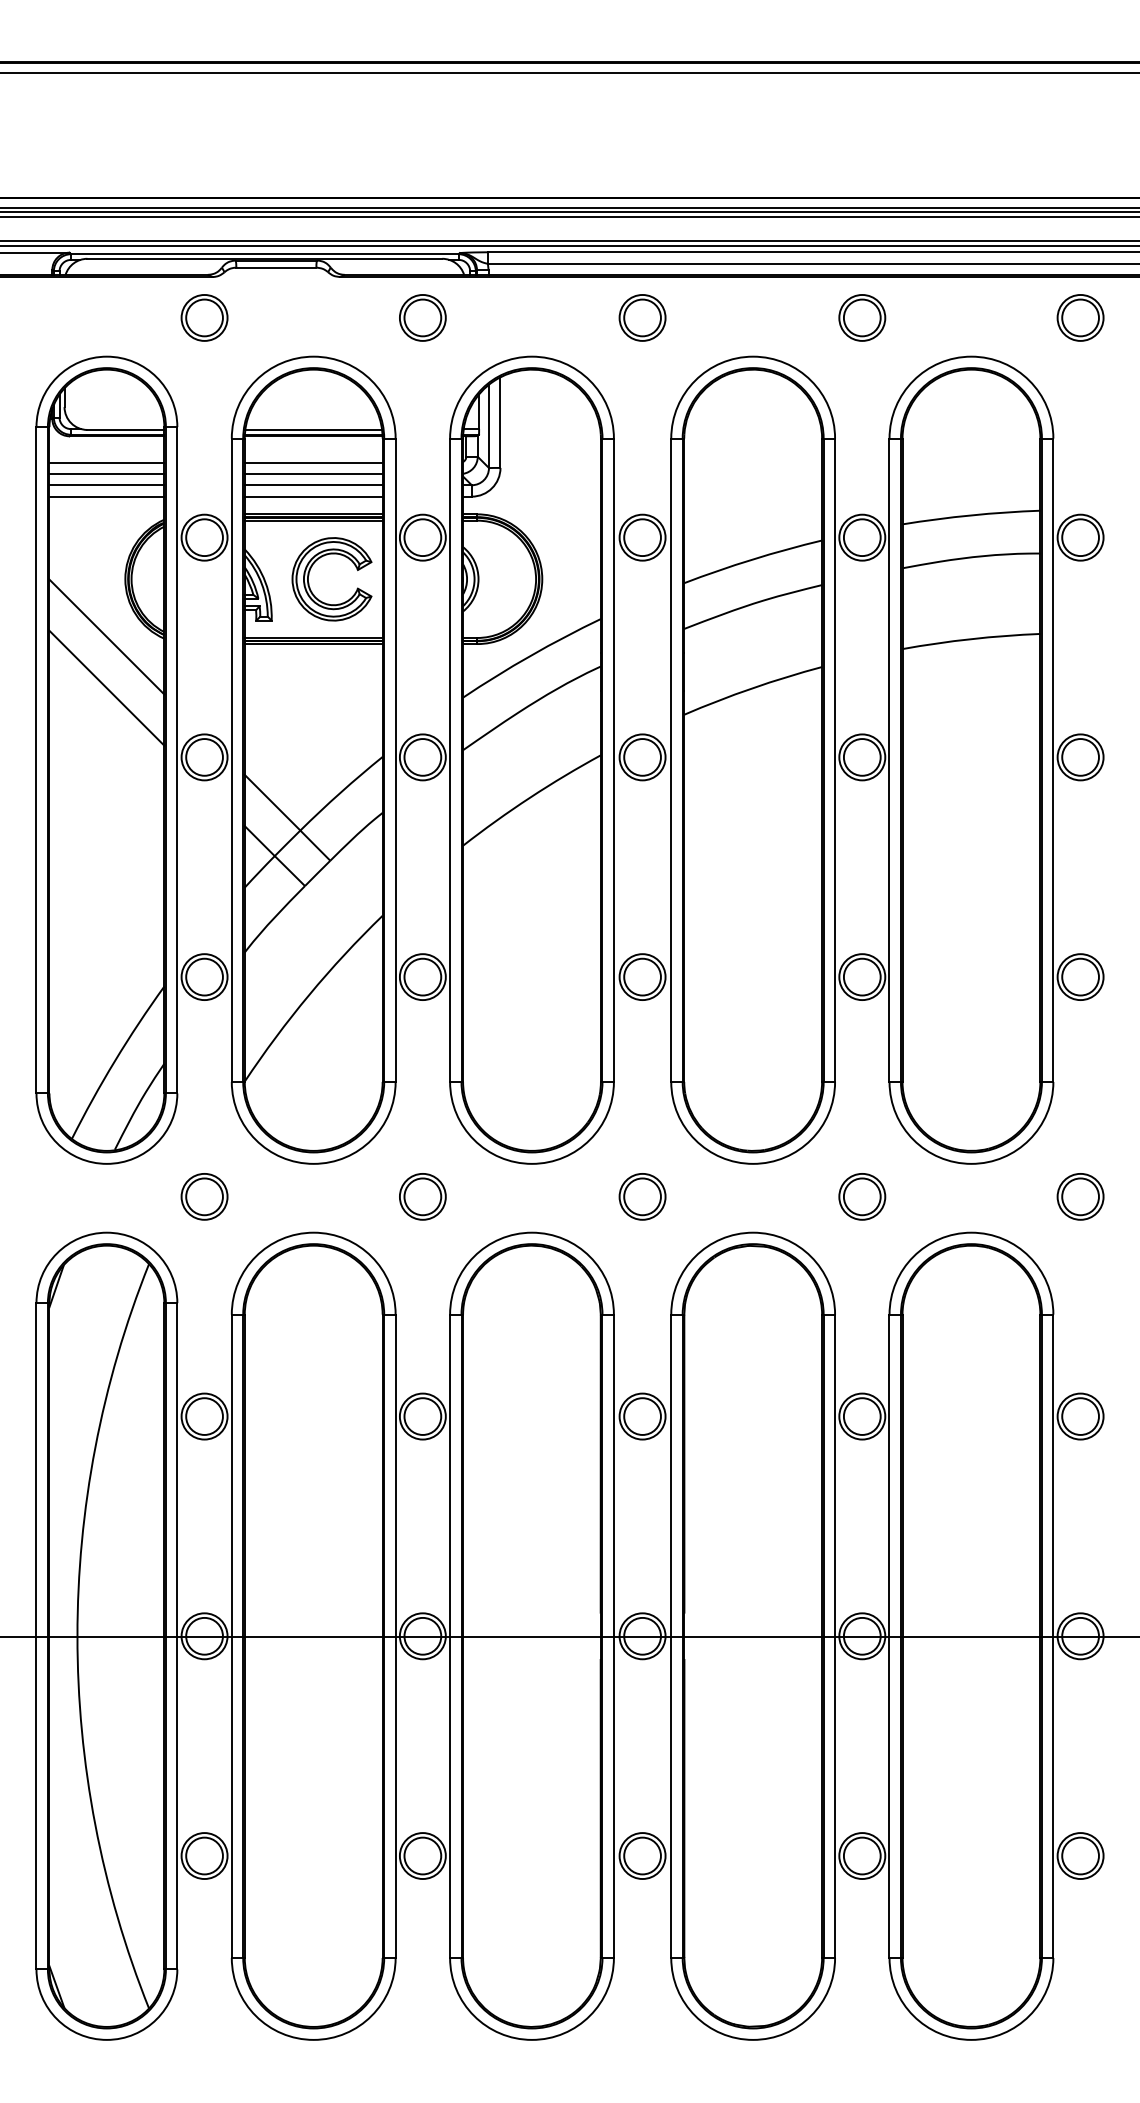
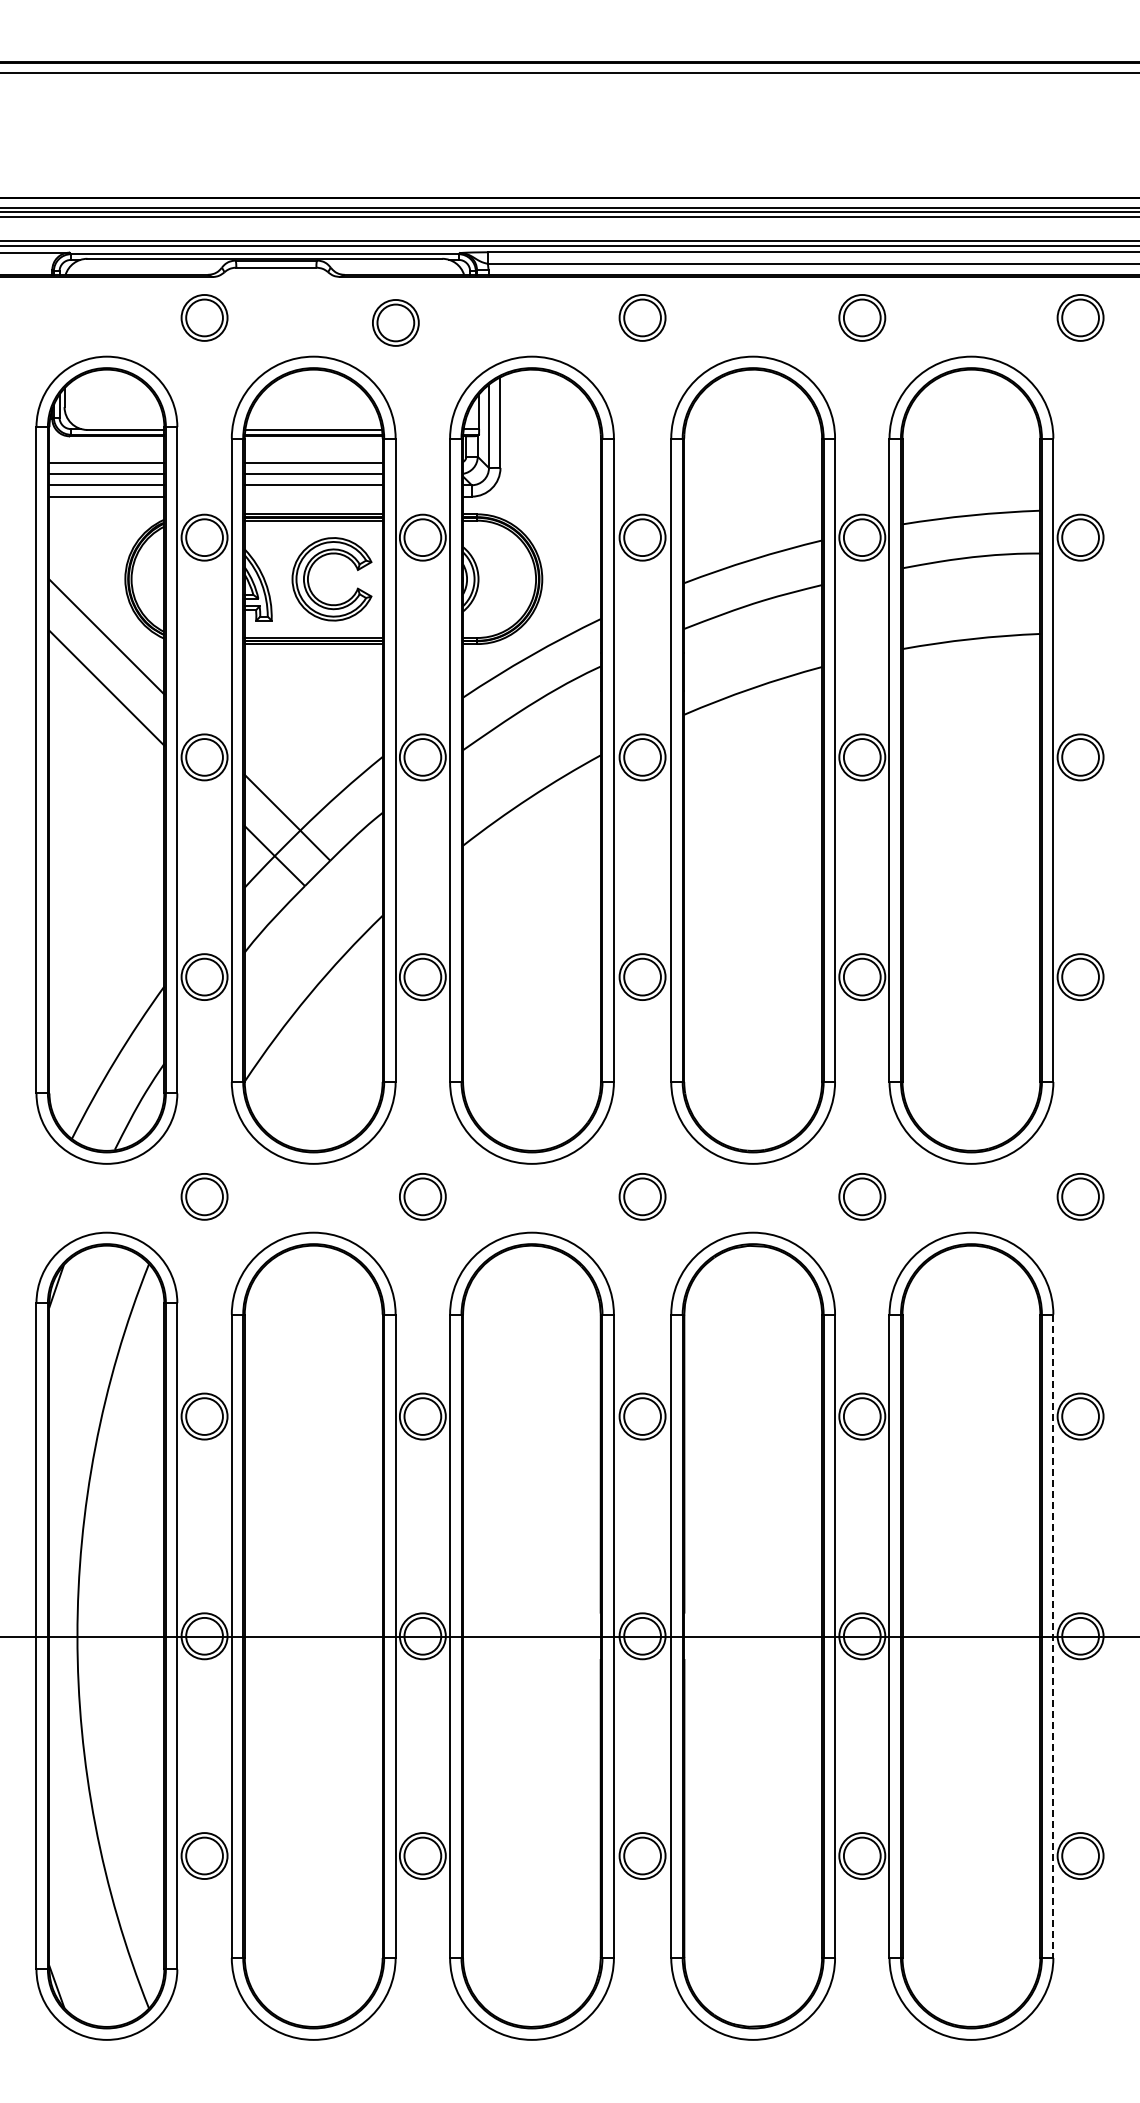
part at (422, 317) position: (422, 317) -> (395, 322)
line at (313, 496): present -> none
line at (1053, 1636): solid -> dashed
